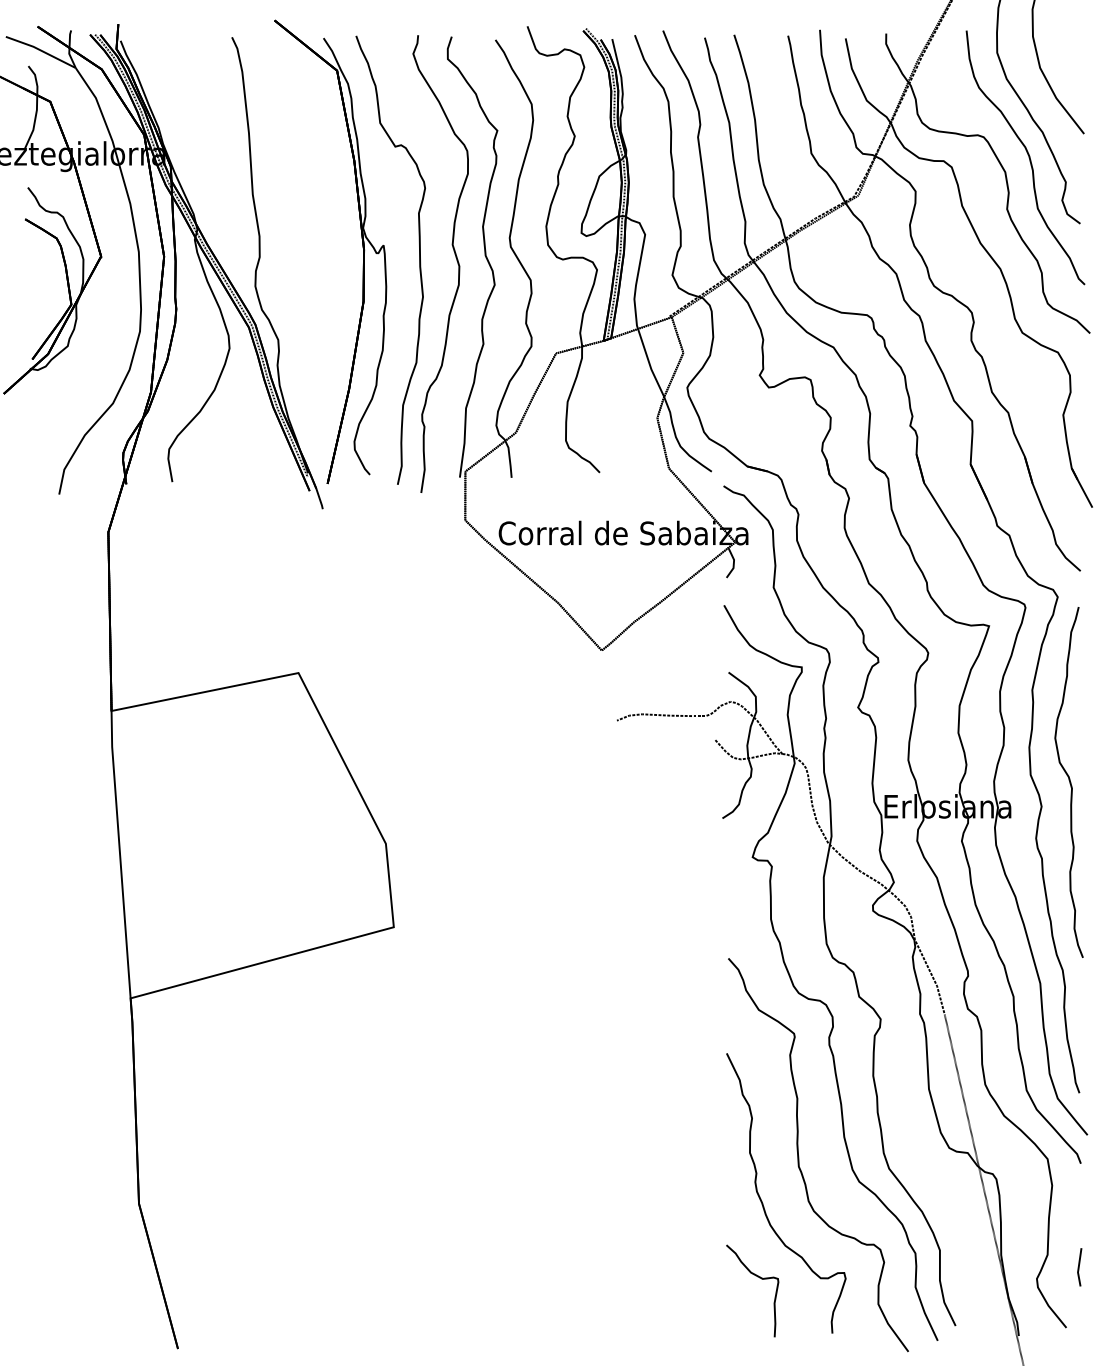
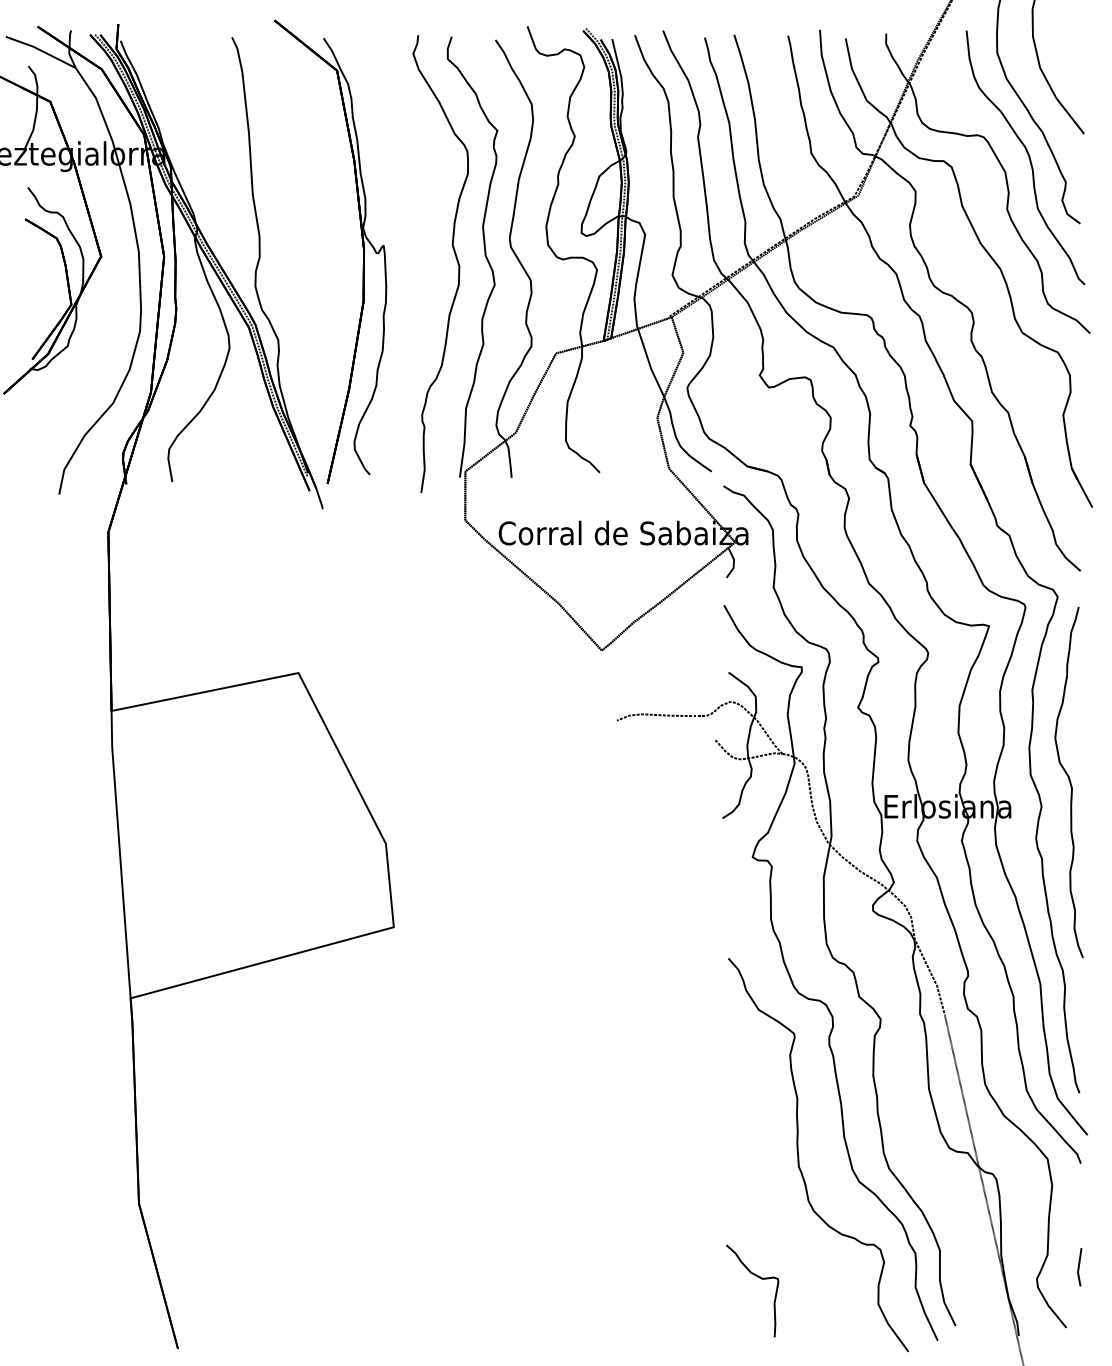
curve at (419, 259): present -> none
curve at (763, 1203): present -> none
